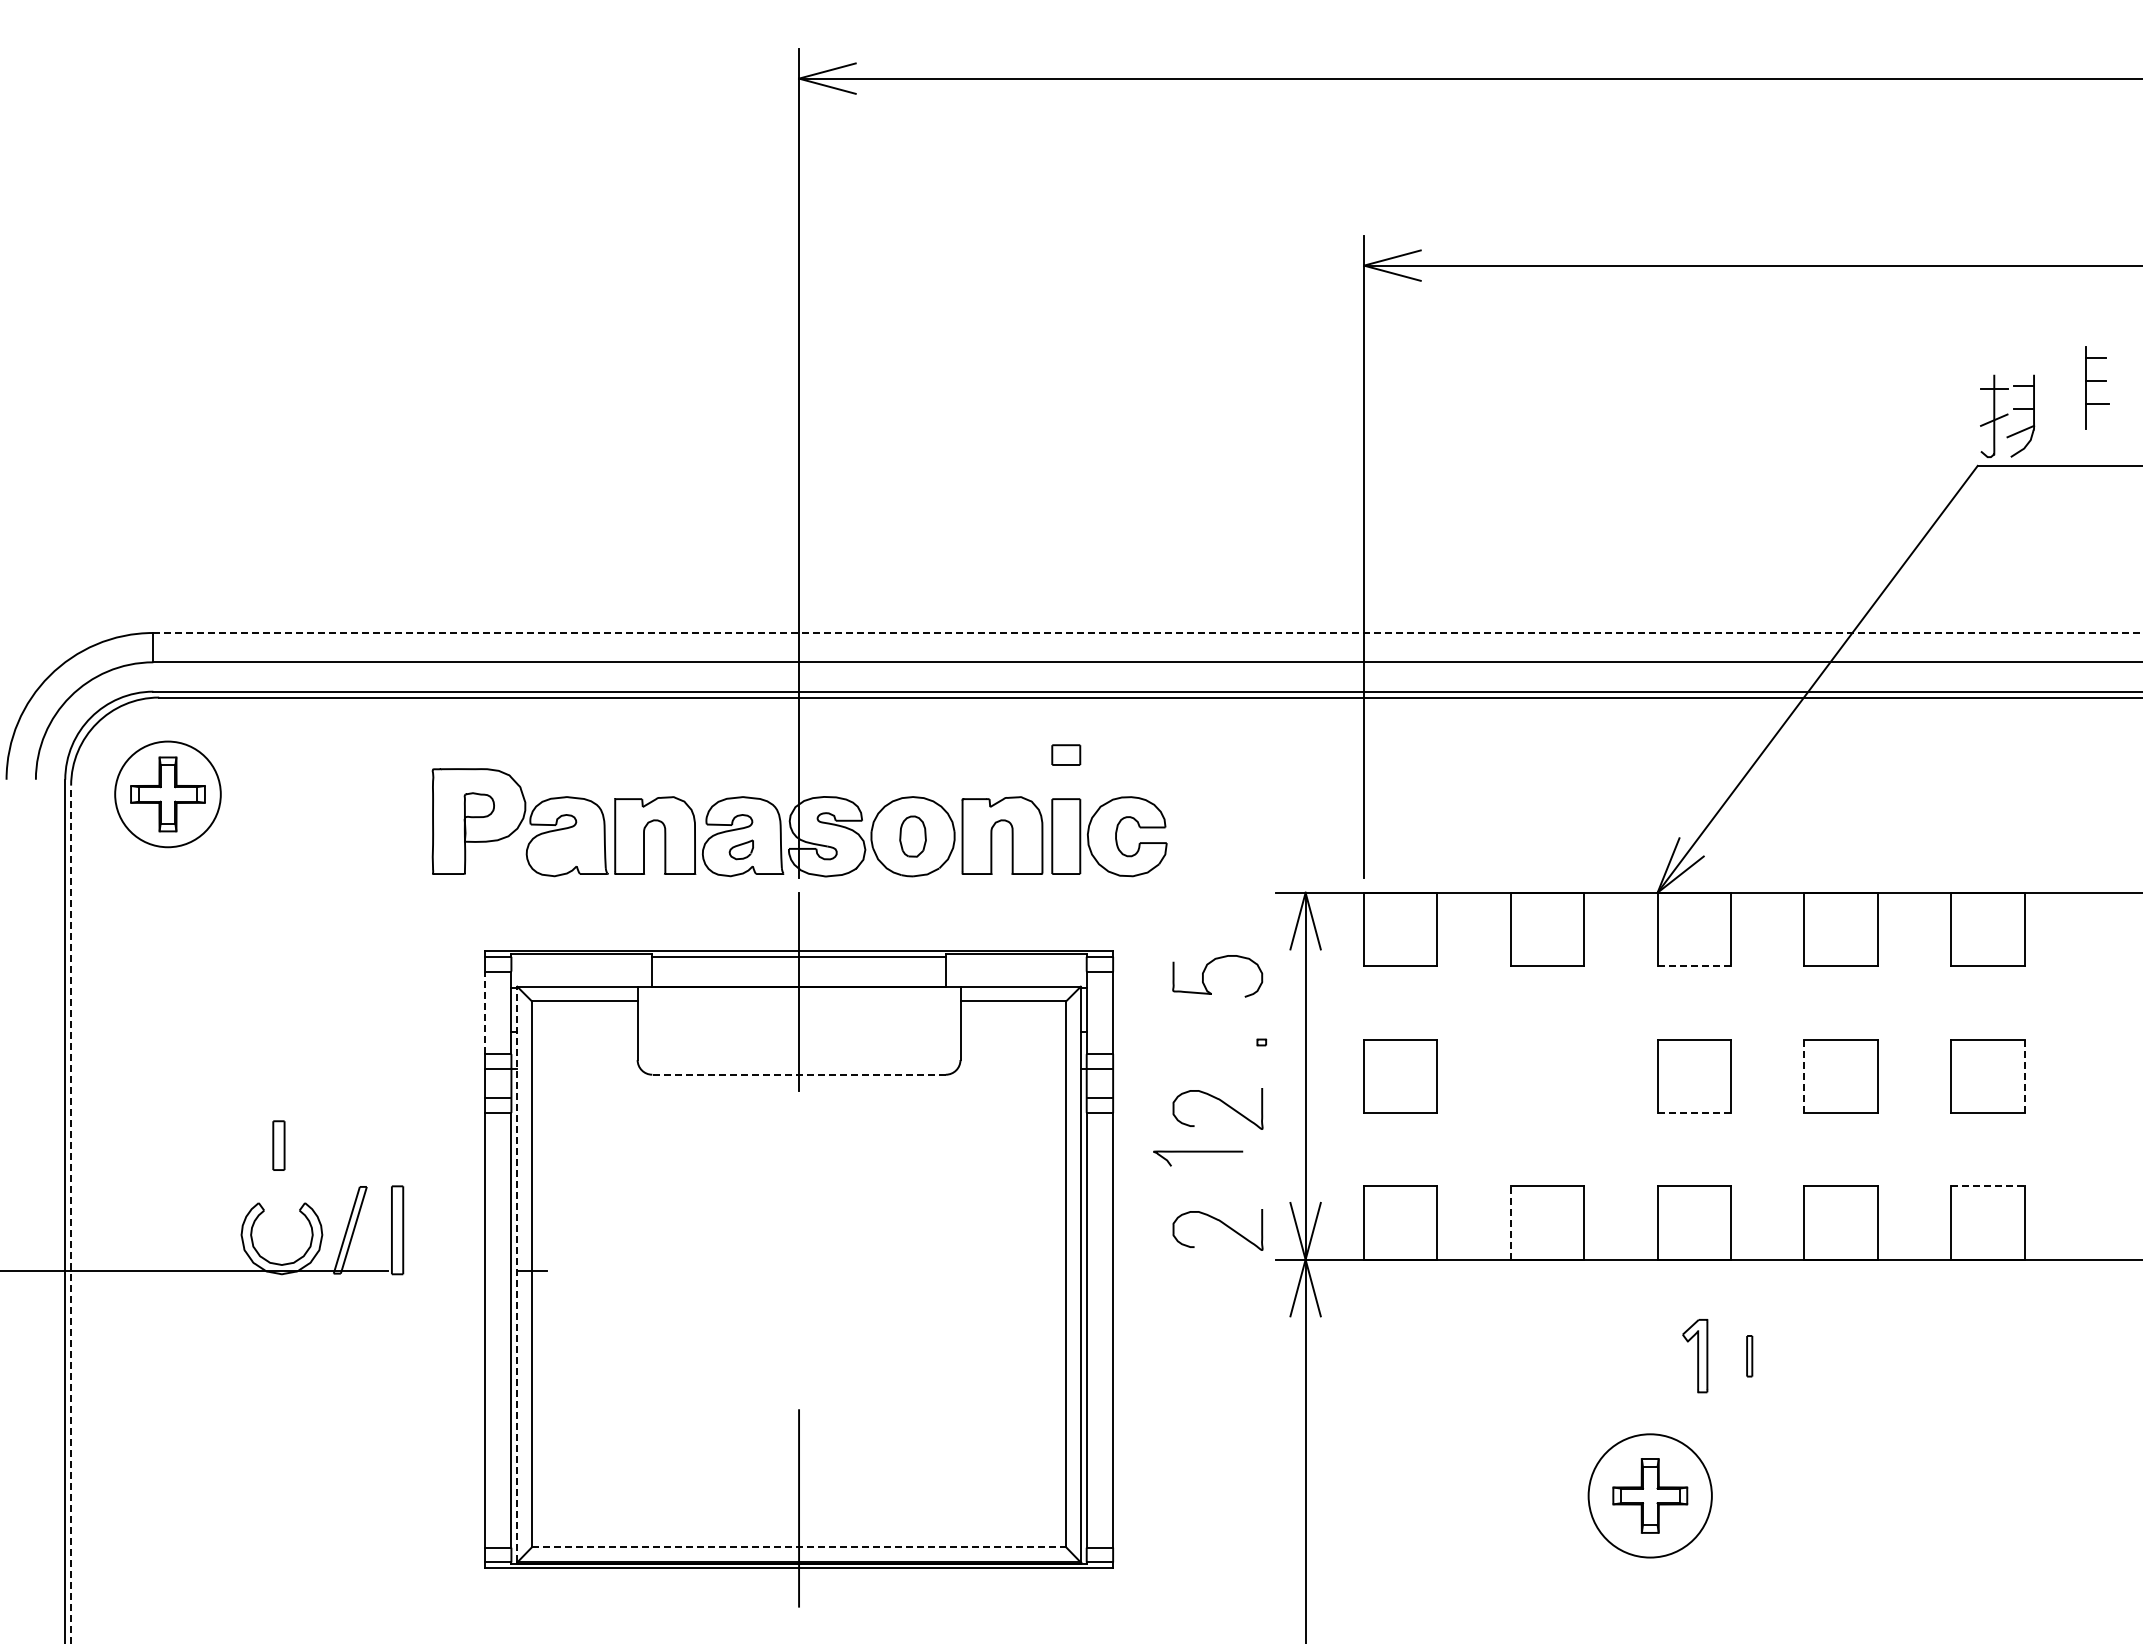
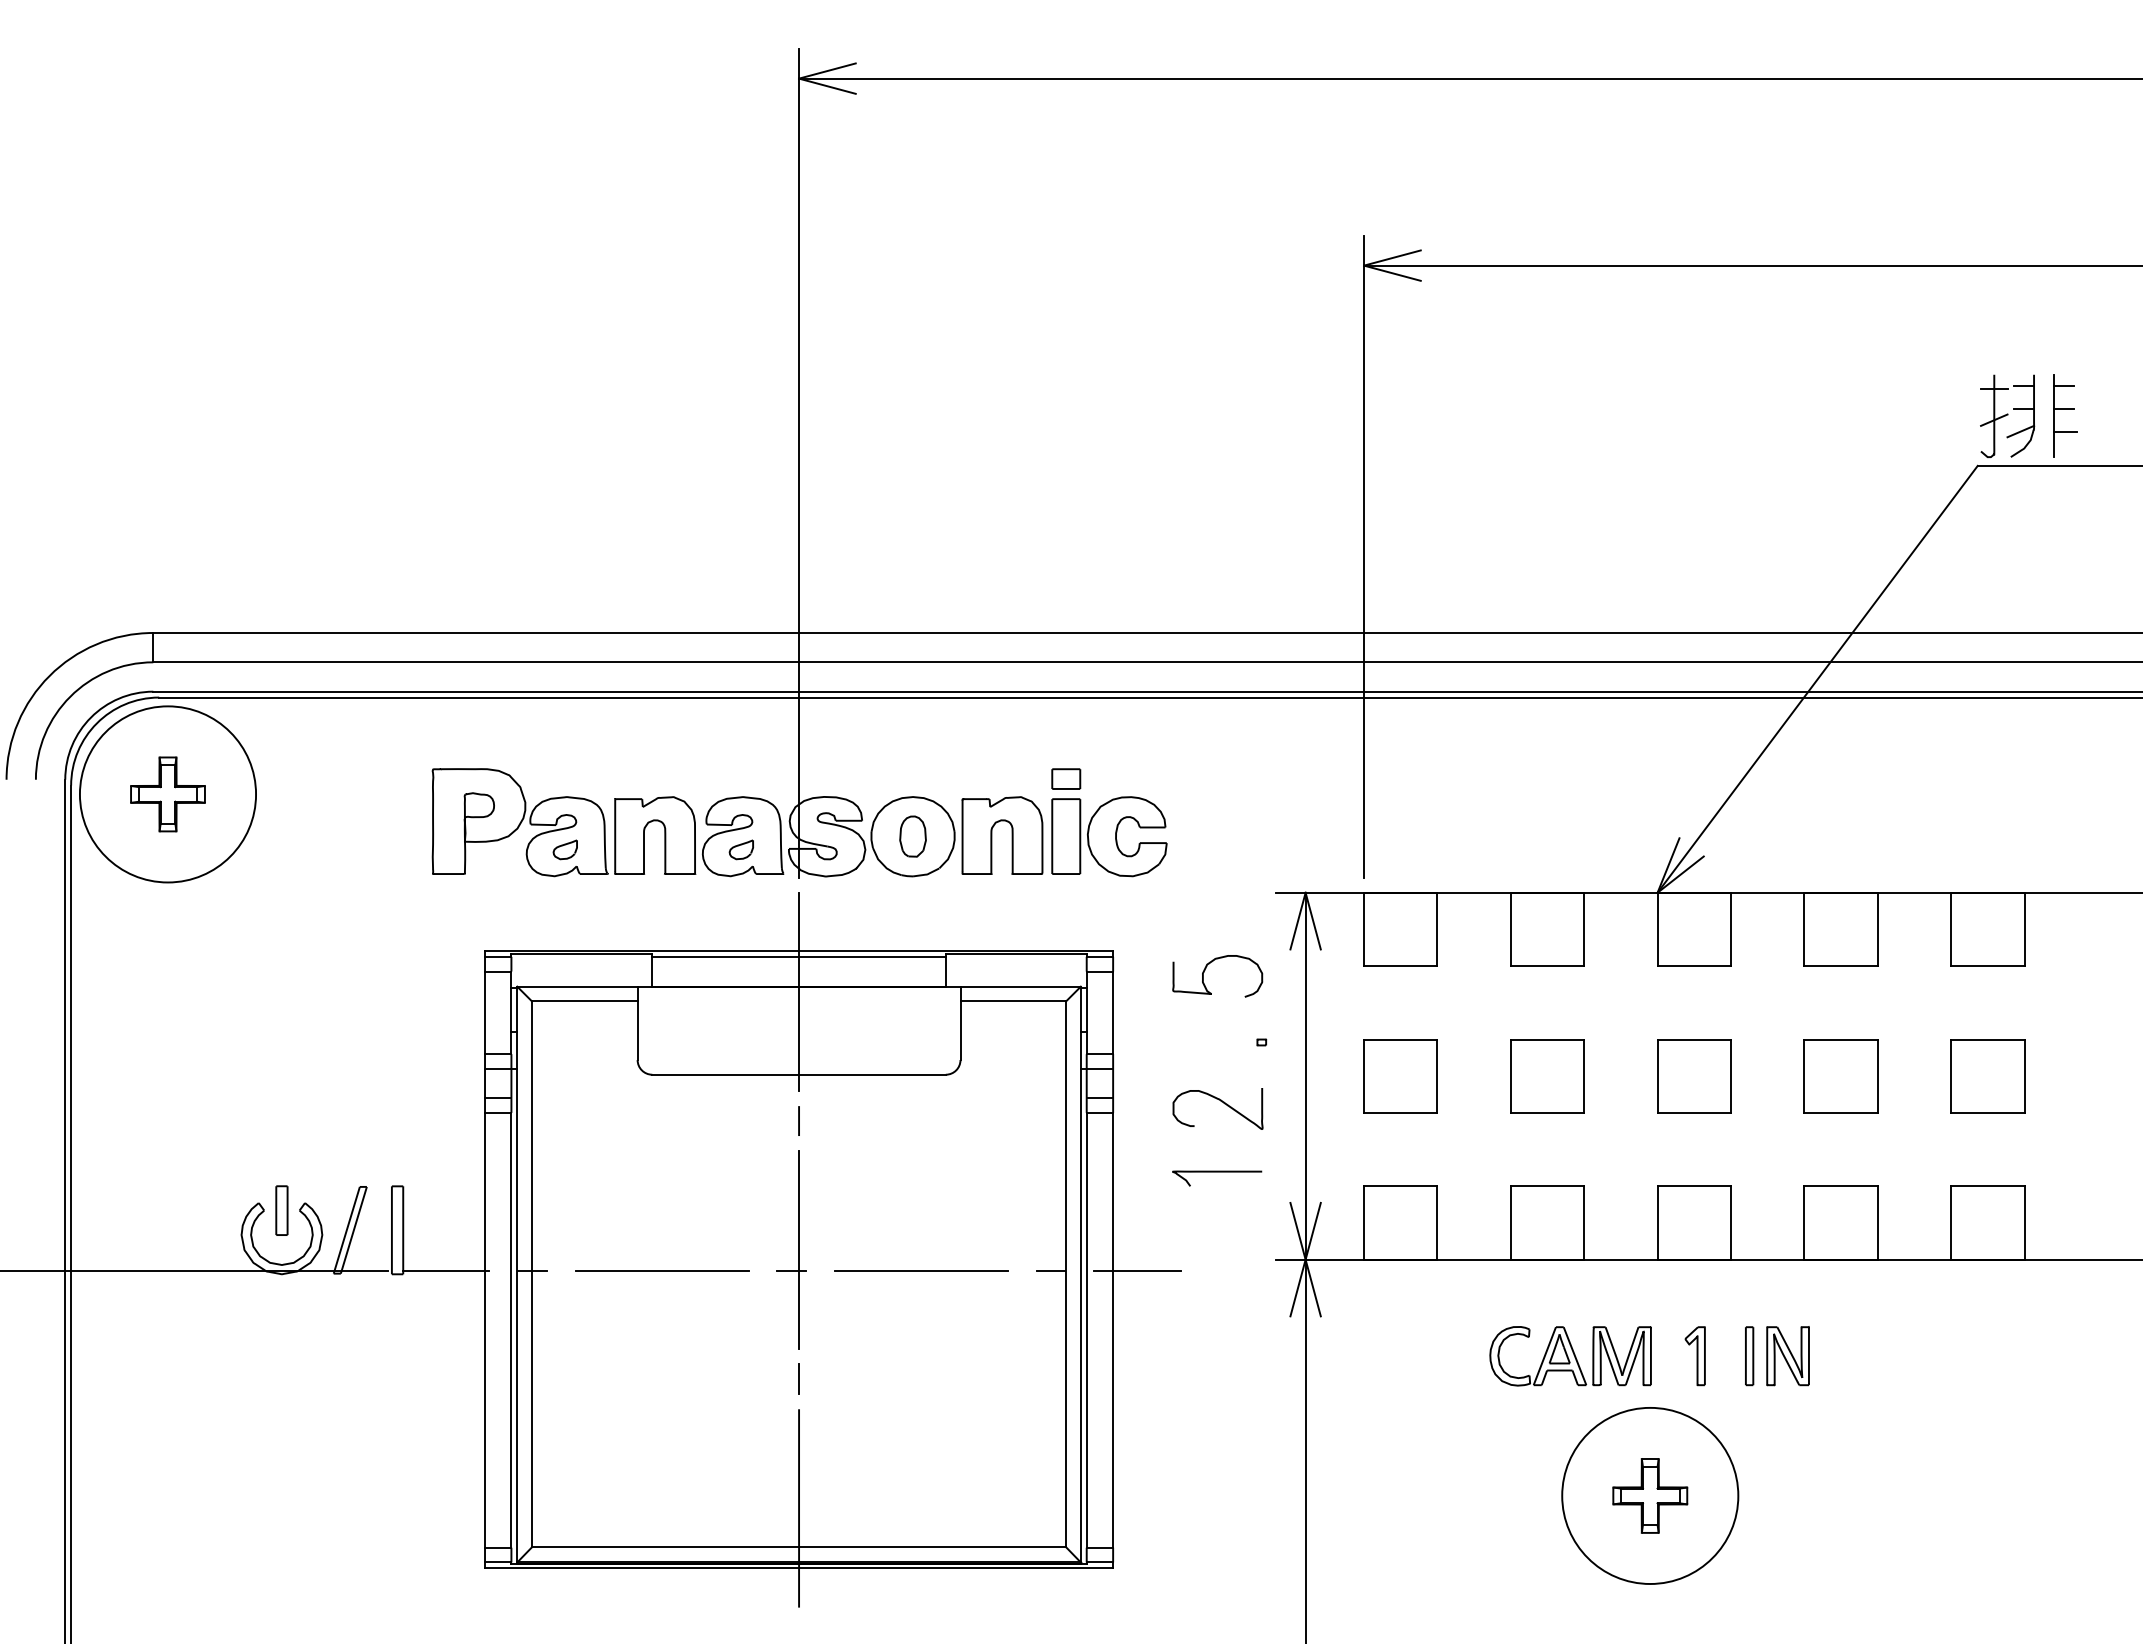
part at (2097, 387) position: (2097, 387) -> (2065, 415)
line at (1148, 632): dashed -> solid
part at (1066, 754) position: (1066, 754) -> (1066, 778)
circle at (167, 794) diameter: 106 px -> 176 px
part at (564, 849): none -> present
line at (1694, 966): dashed -> solid
line at (485, 1012): dashed -> solid
line at (799, 1074): dashed -> solid
part at (1547, 1076): none -> present
line at (1804, 1076): dashed -> solid
line at (2024, 1076): dashed -> solid
line at (1694, 1112): dashed -> solid
line at (798, 1120): none -> present
part at (278, 1145) position: (278, 1145) -> (281, 1210)
curve at (1198, 1152) position: (1198, 1152) -> (1217, 1172)
line at (1987, 1186): dashed -> solid
line at (71, 1214): dashed -> solid
line at (1510, 1222): dashed -> solid
curve at (1221, 1223): present -> none
part at (798, 1249): none -> present
line at (445, 1271): none -> present
line at (661, 1271): none -> present
line at (920, 1271): none -> present
line at (1050, 1271): none -> present
line at (1137, 1271): none -> present
line at (517, 1274): dashed -> solid
part at (1570, 1356): none -> present
part at (1695, 1356) size: 27x75 px -> 22x61 px
part at (1749, 1356) size: 8x43 px -> 10x61 px
part at (1787, 1356): none -> present
line at (799, 1379): none -> present
circle at (1649, 1495) diameter: 123 px -> 176 px
line at (799, 1547): dashed -> solid
